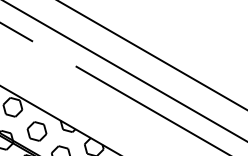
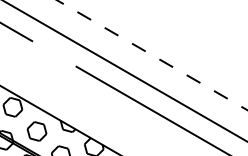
line at (151, 54): solid -> dashed
